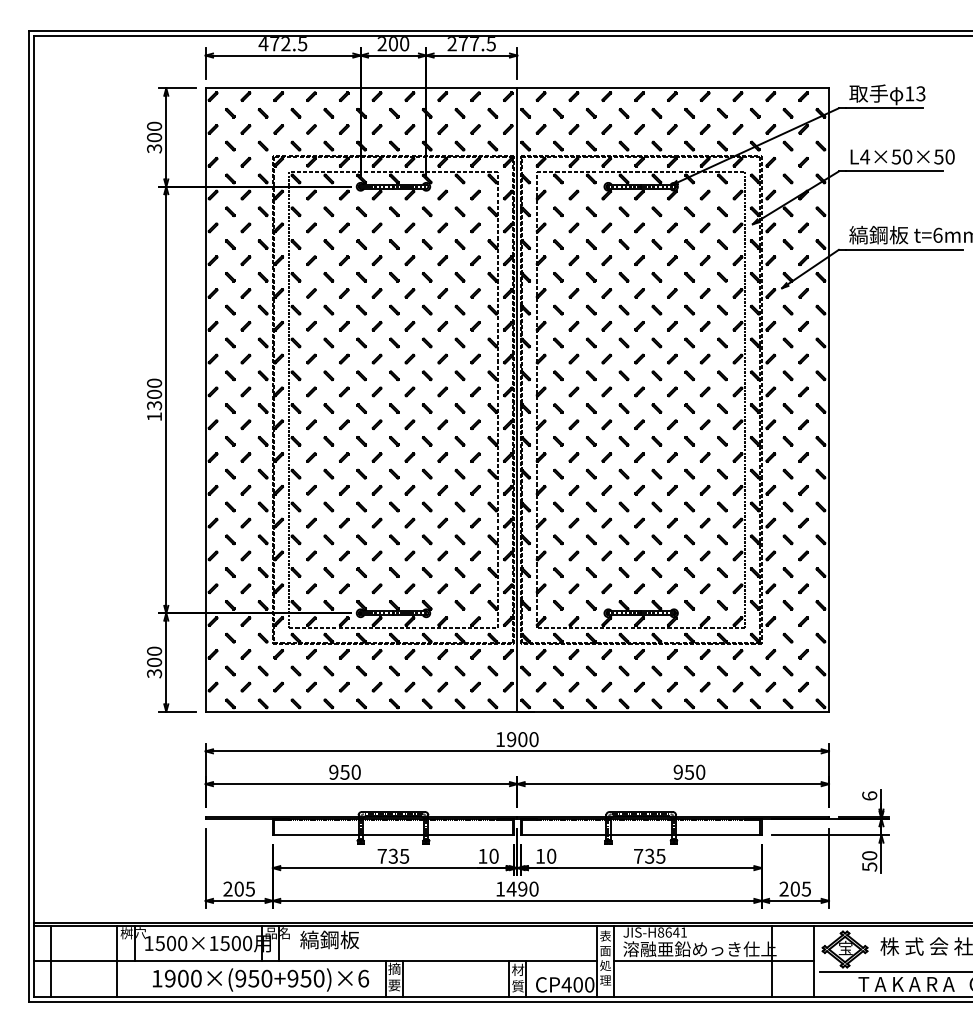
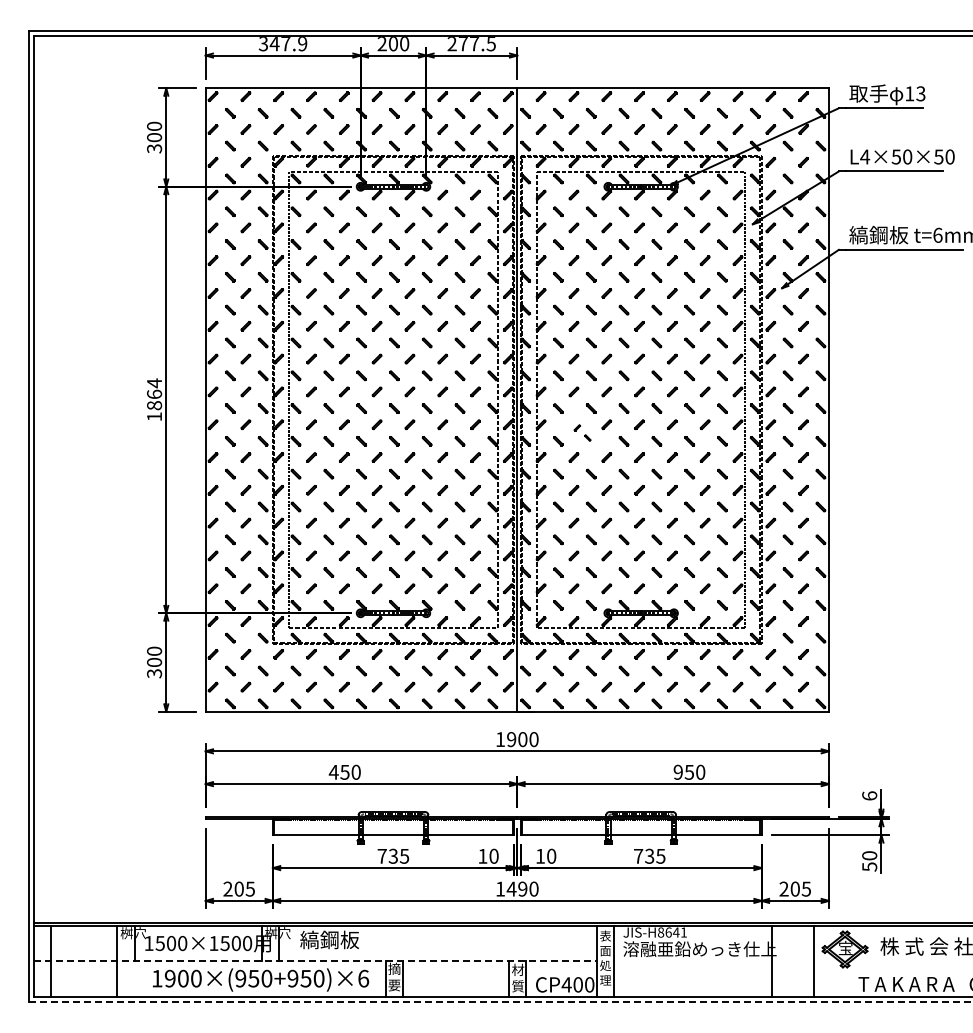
text at (282, 44): 472.5 -> 347.9
text at (154, 394): 1300 -> 1864
part at (582, 432) size: 29x28 px -> 19x18 px
text at (333, 771): 950 -> 450
text at (277, 933): 品名 -> 桝穴
line at (316, 961): solid -> dashed
line at (713, 961): present -> none
line at (894, 971): present -> none
line at (501, 1002): solid -> dashed
